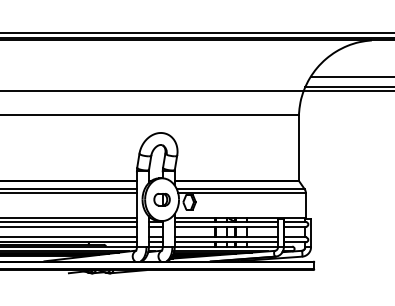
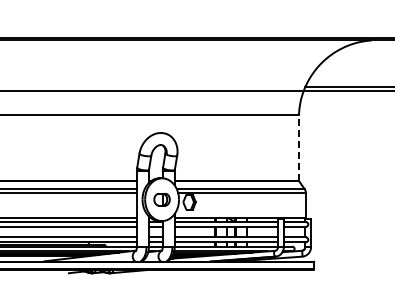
line at (196, 32): present -> none
line at (351, 76): present -> none
line at (298, 147): solid -> dashed
